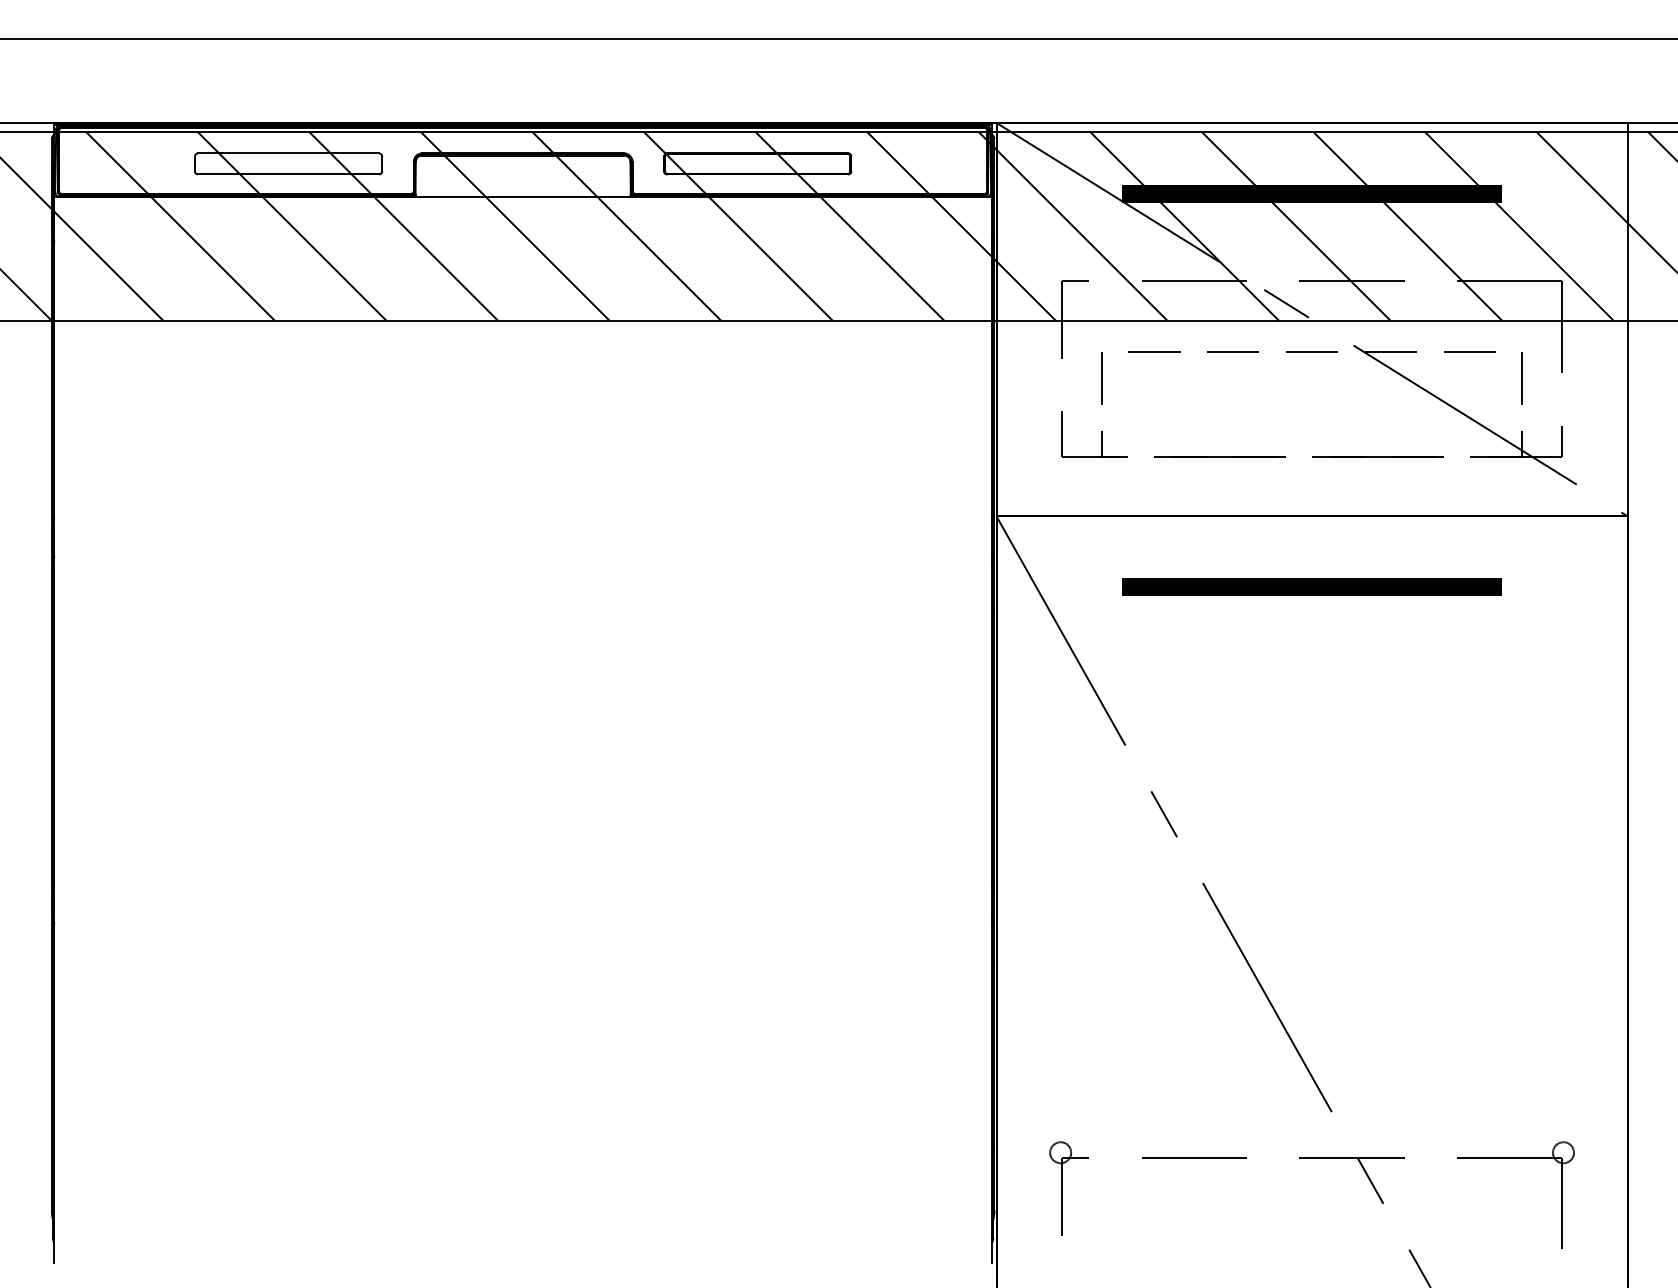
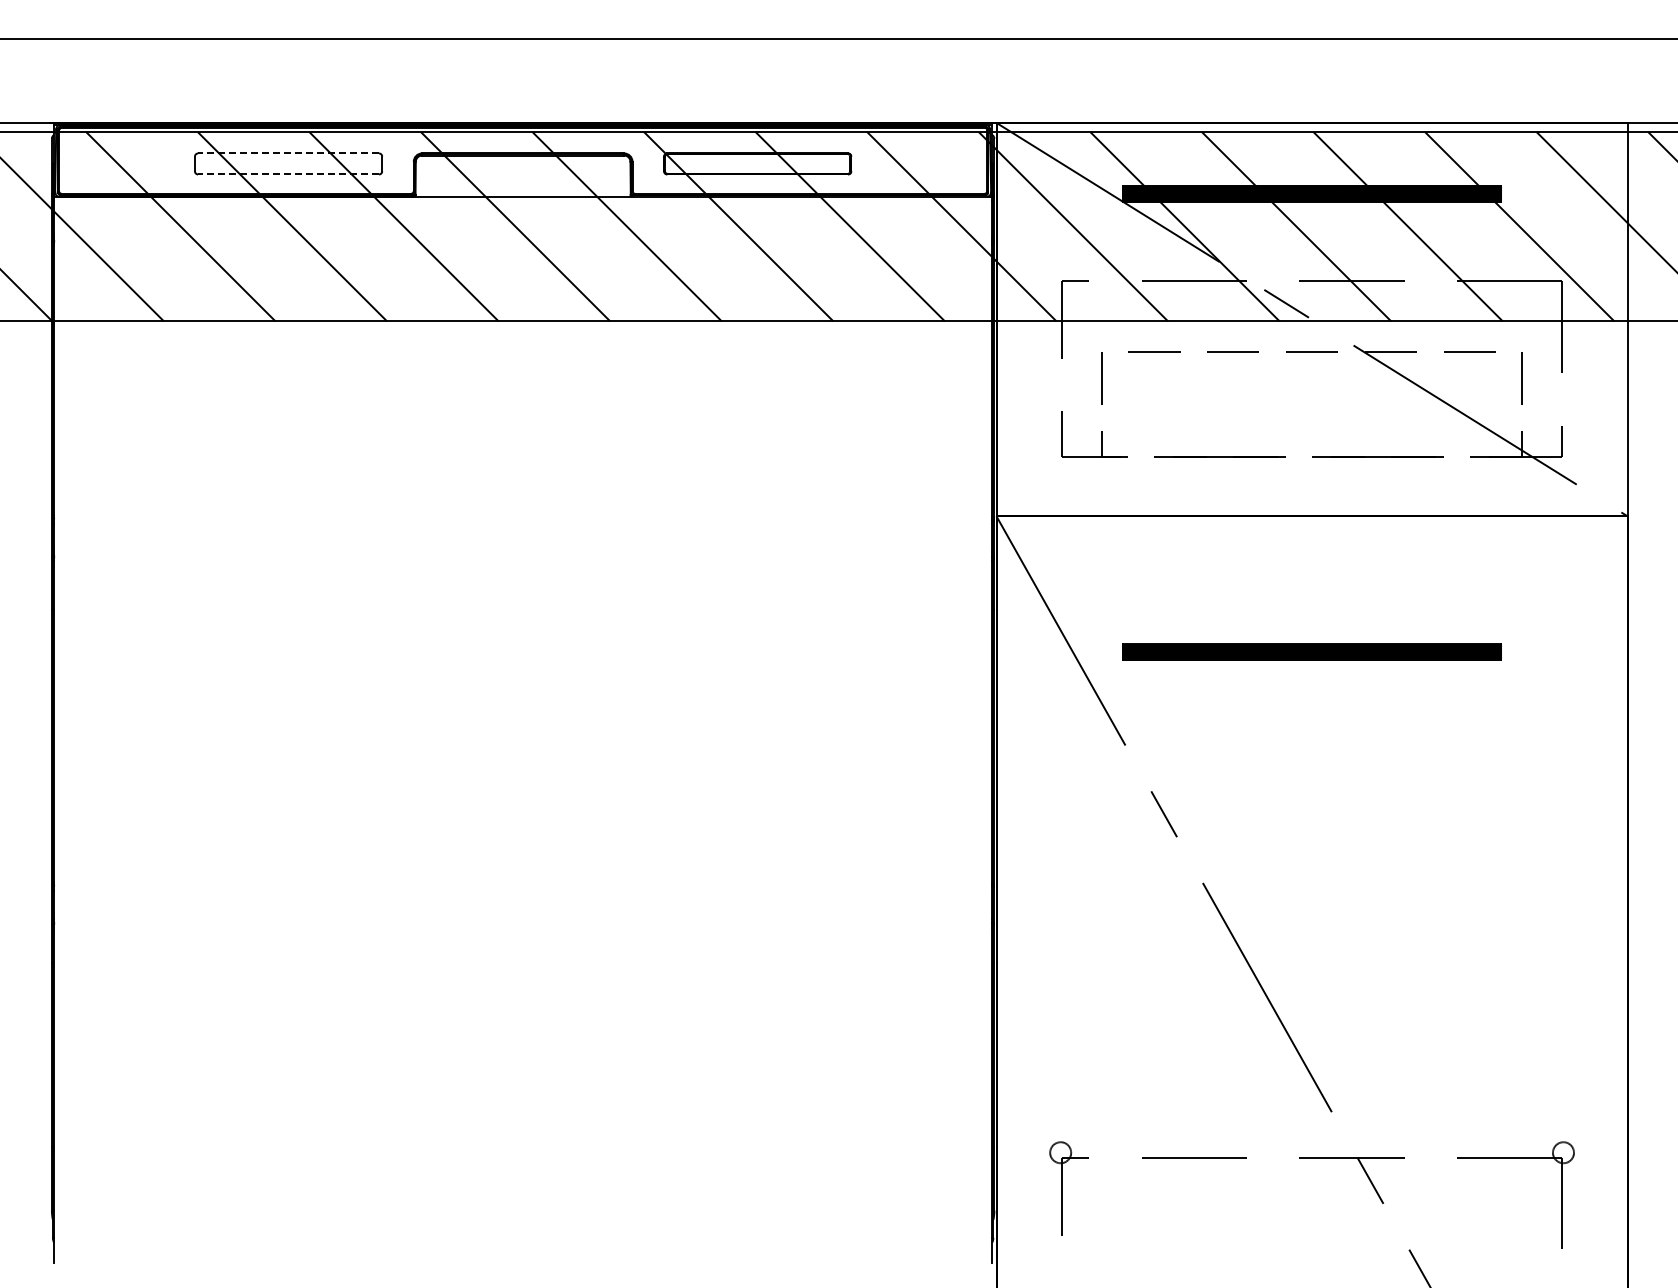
line at (288, 153): solid -> dashed
line at (288, 174): solid -> dashed
part at (1311, 586) position: (1311, 586) -> (1311, 651)
